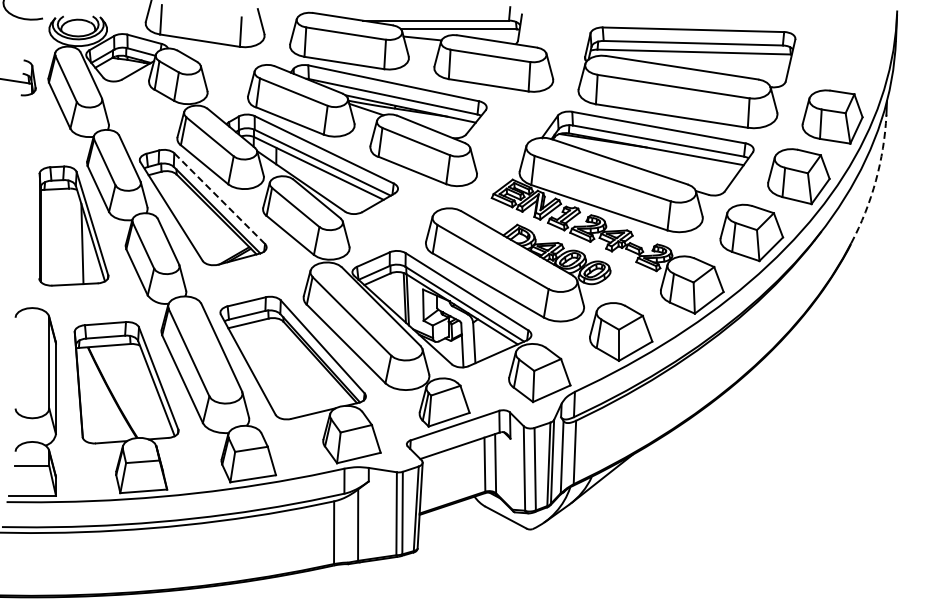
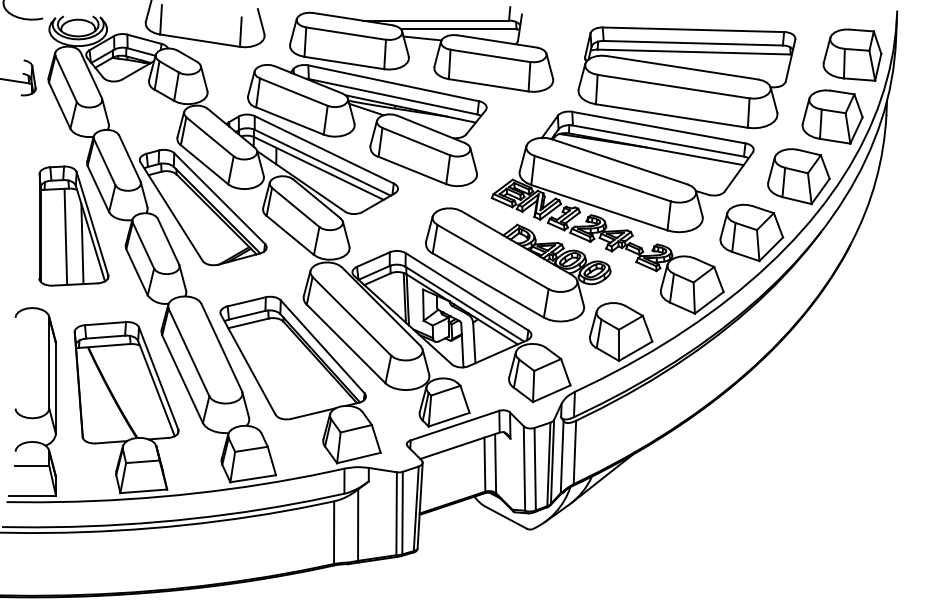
part at (852, 54): none -> present
arc at (875, 180): dashed -> solid
line at (219, 198): dashed -> solid
line at (65, 236): none -> present
